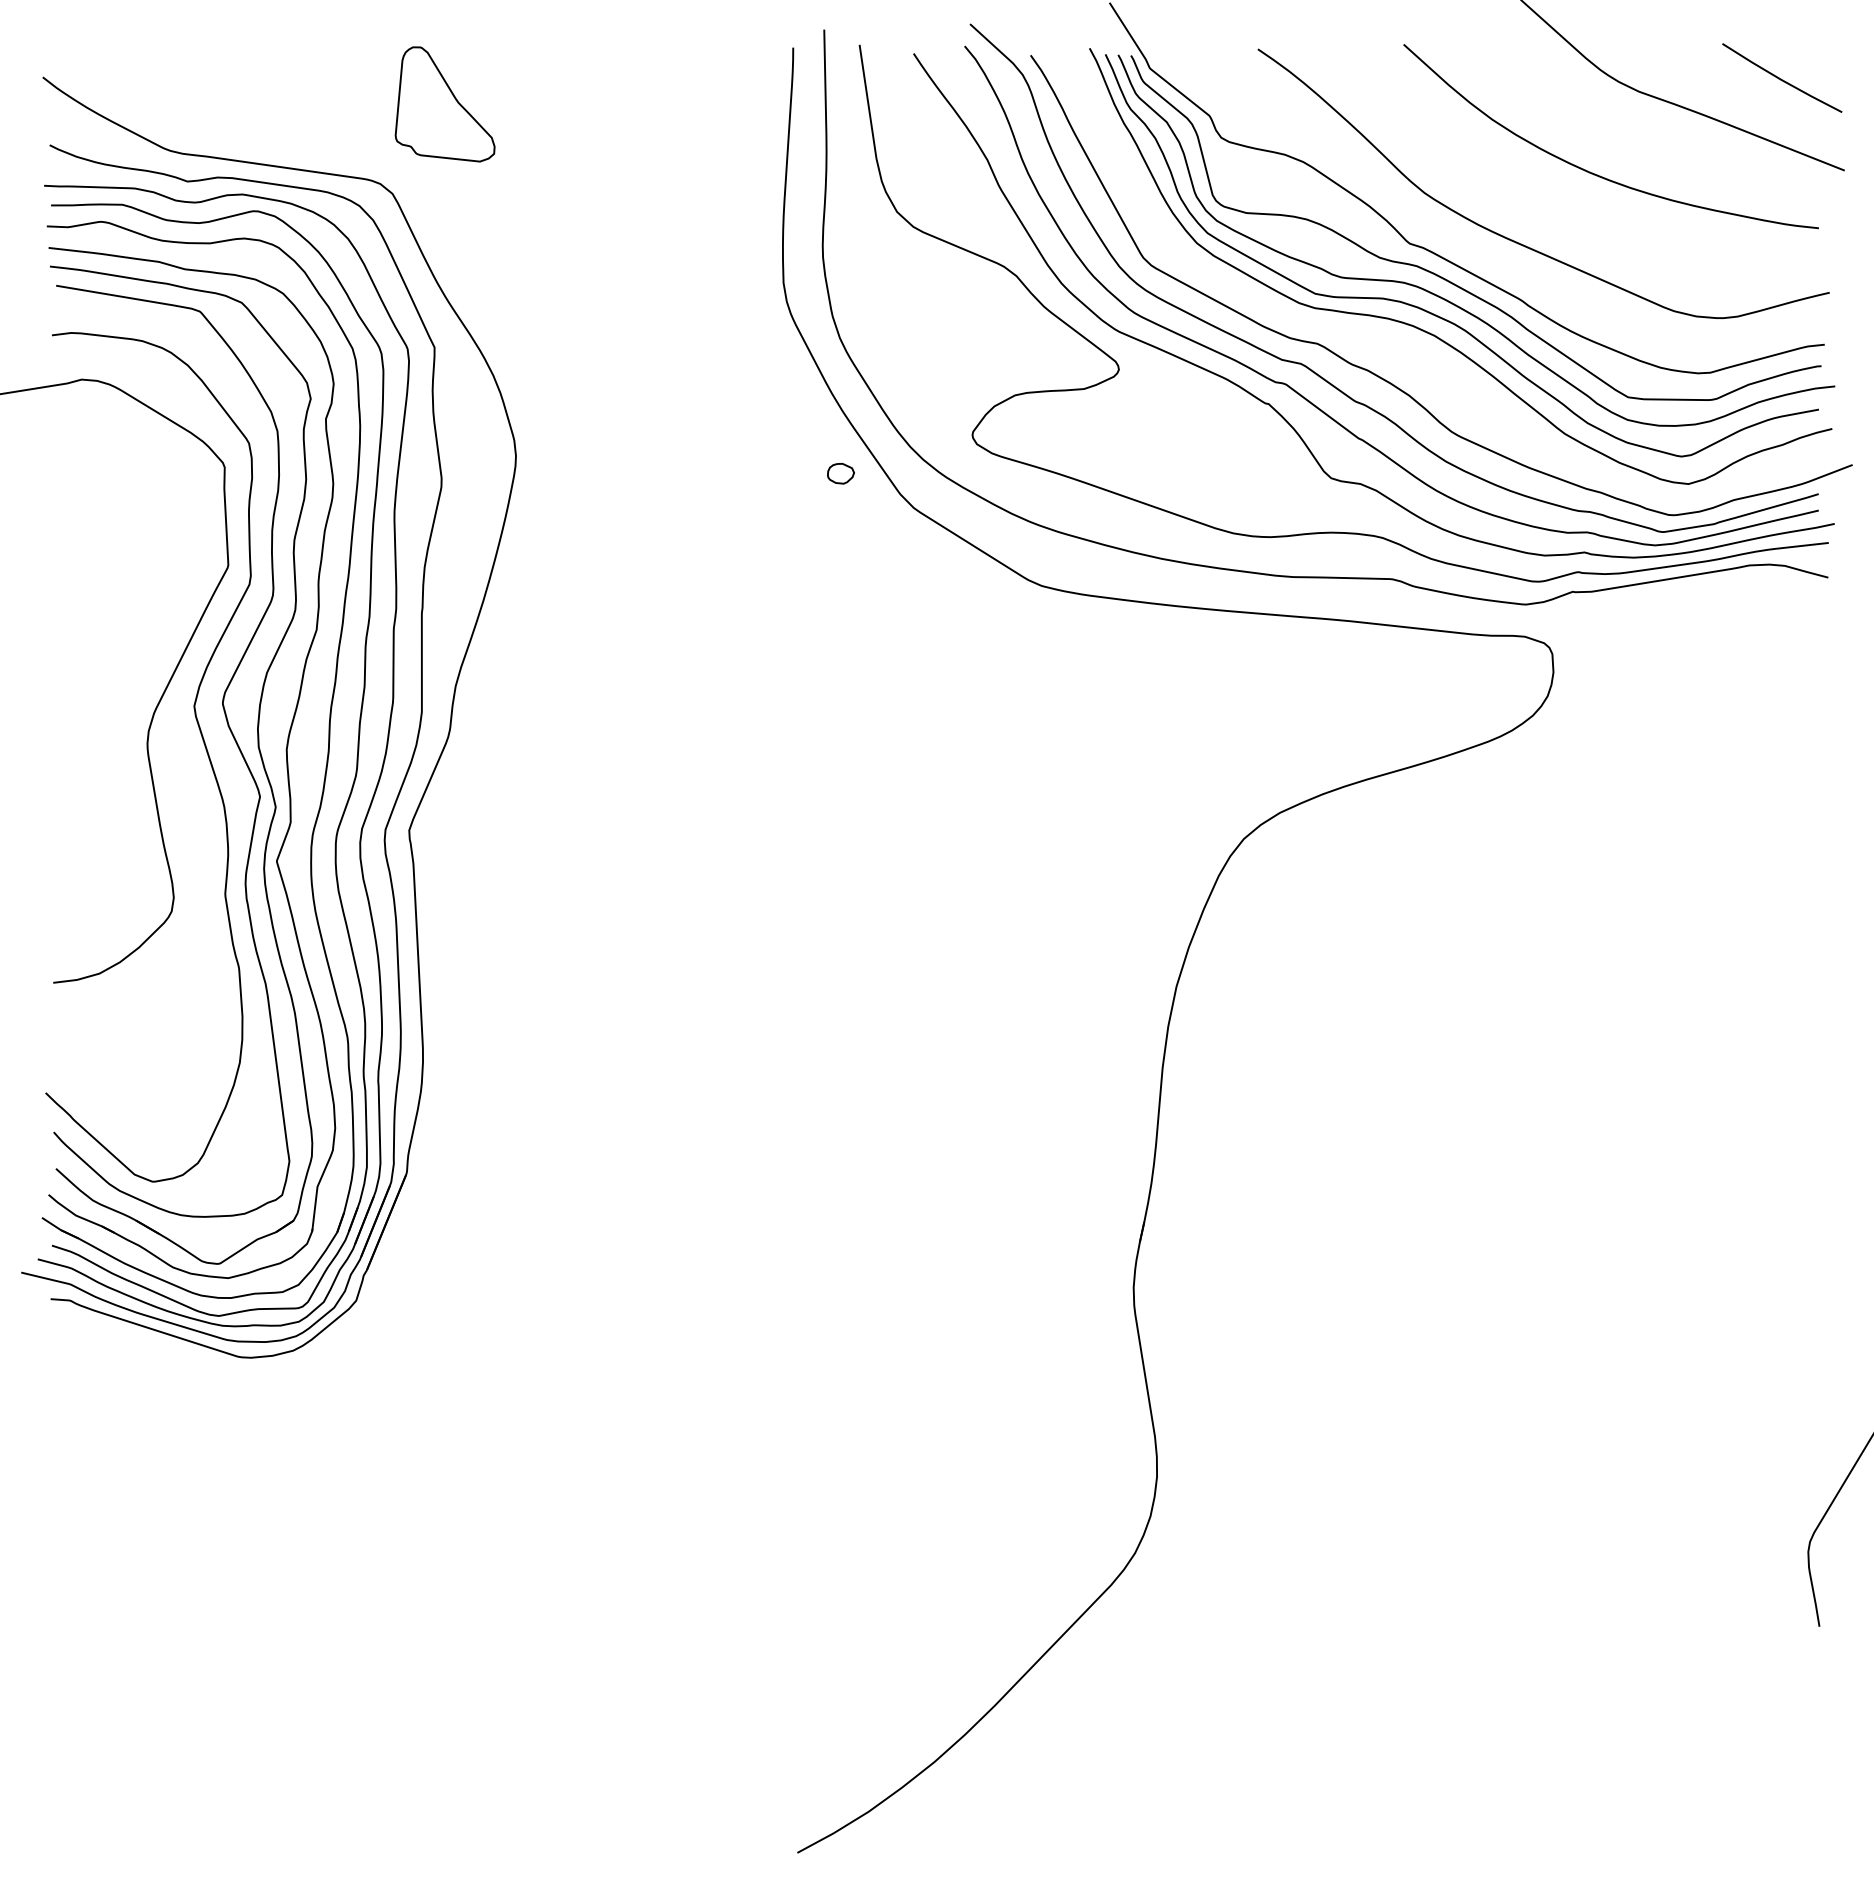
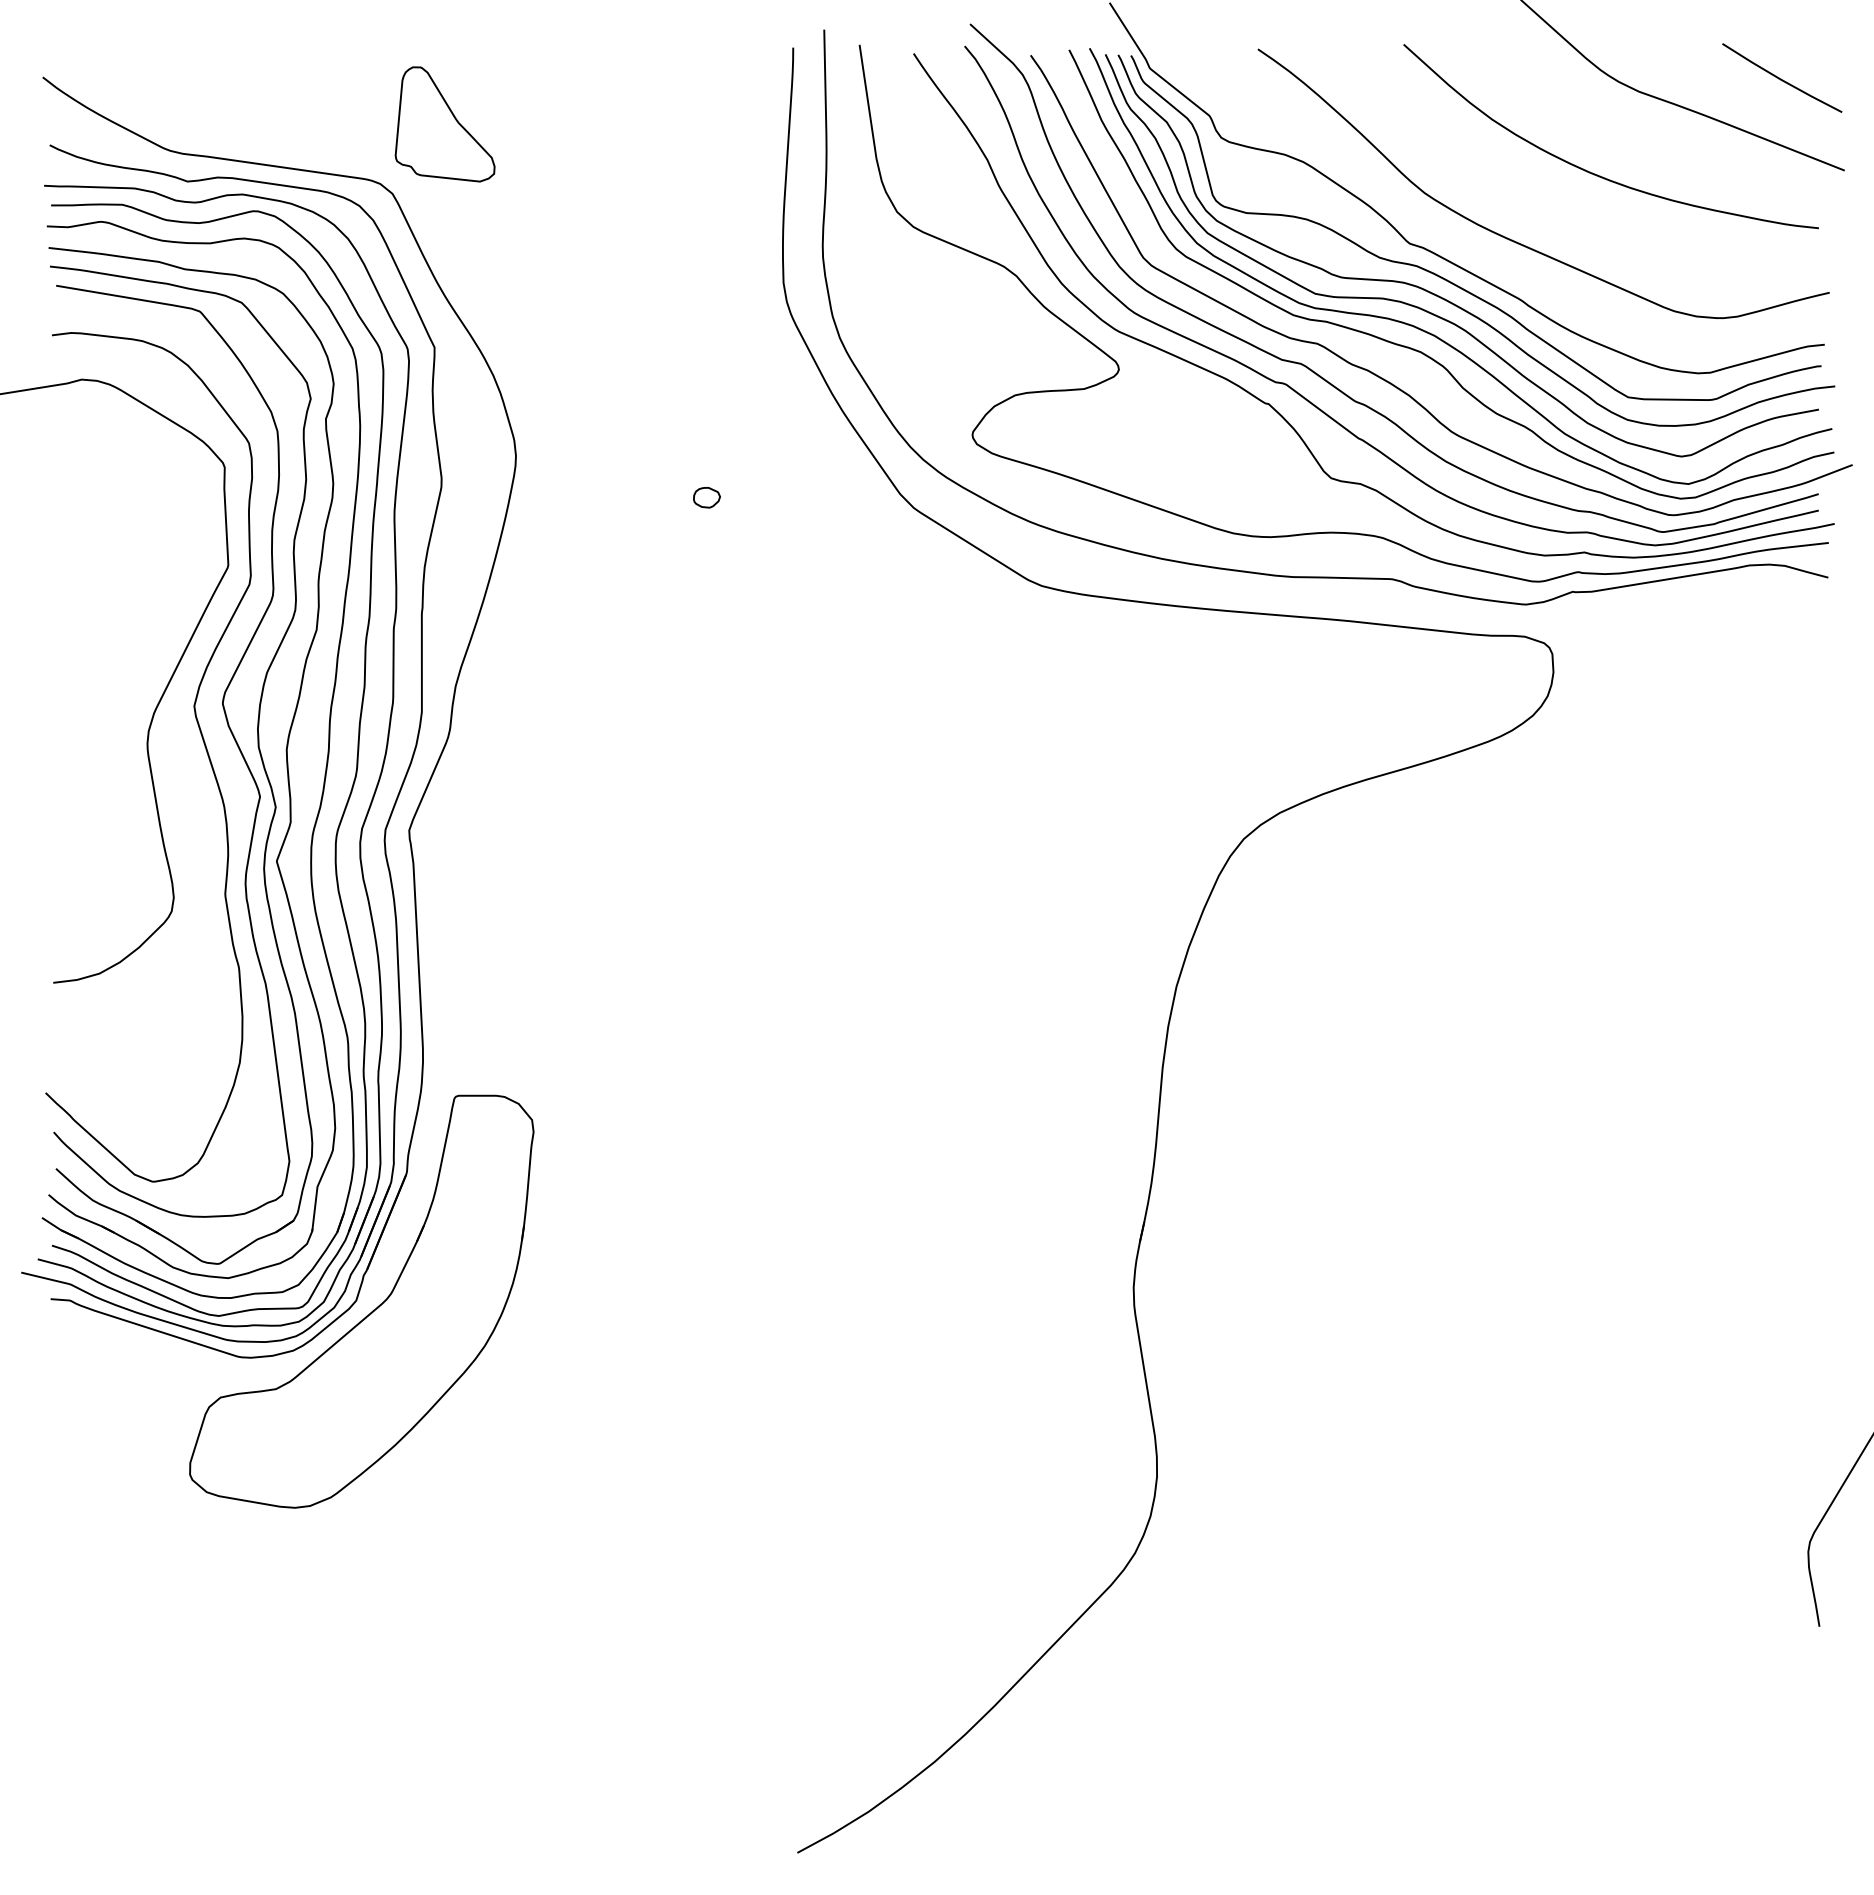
part at (444, 104) position: (444, 104) -> (444, 124)
curve at (1419, 350): none -> present
part at (840, 473) position: (840, 473) -> (706, 497)
part at (371, 1311): none -> present
